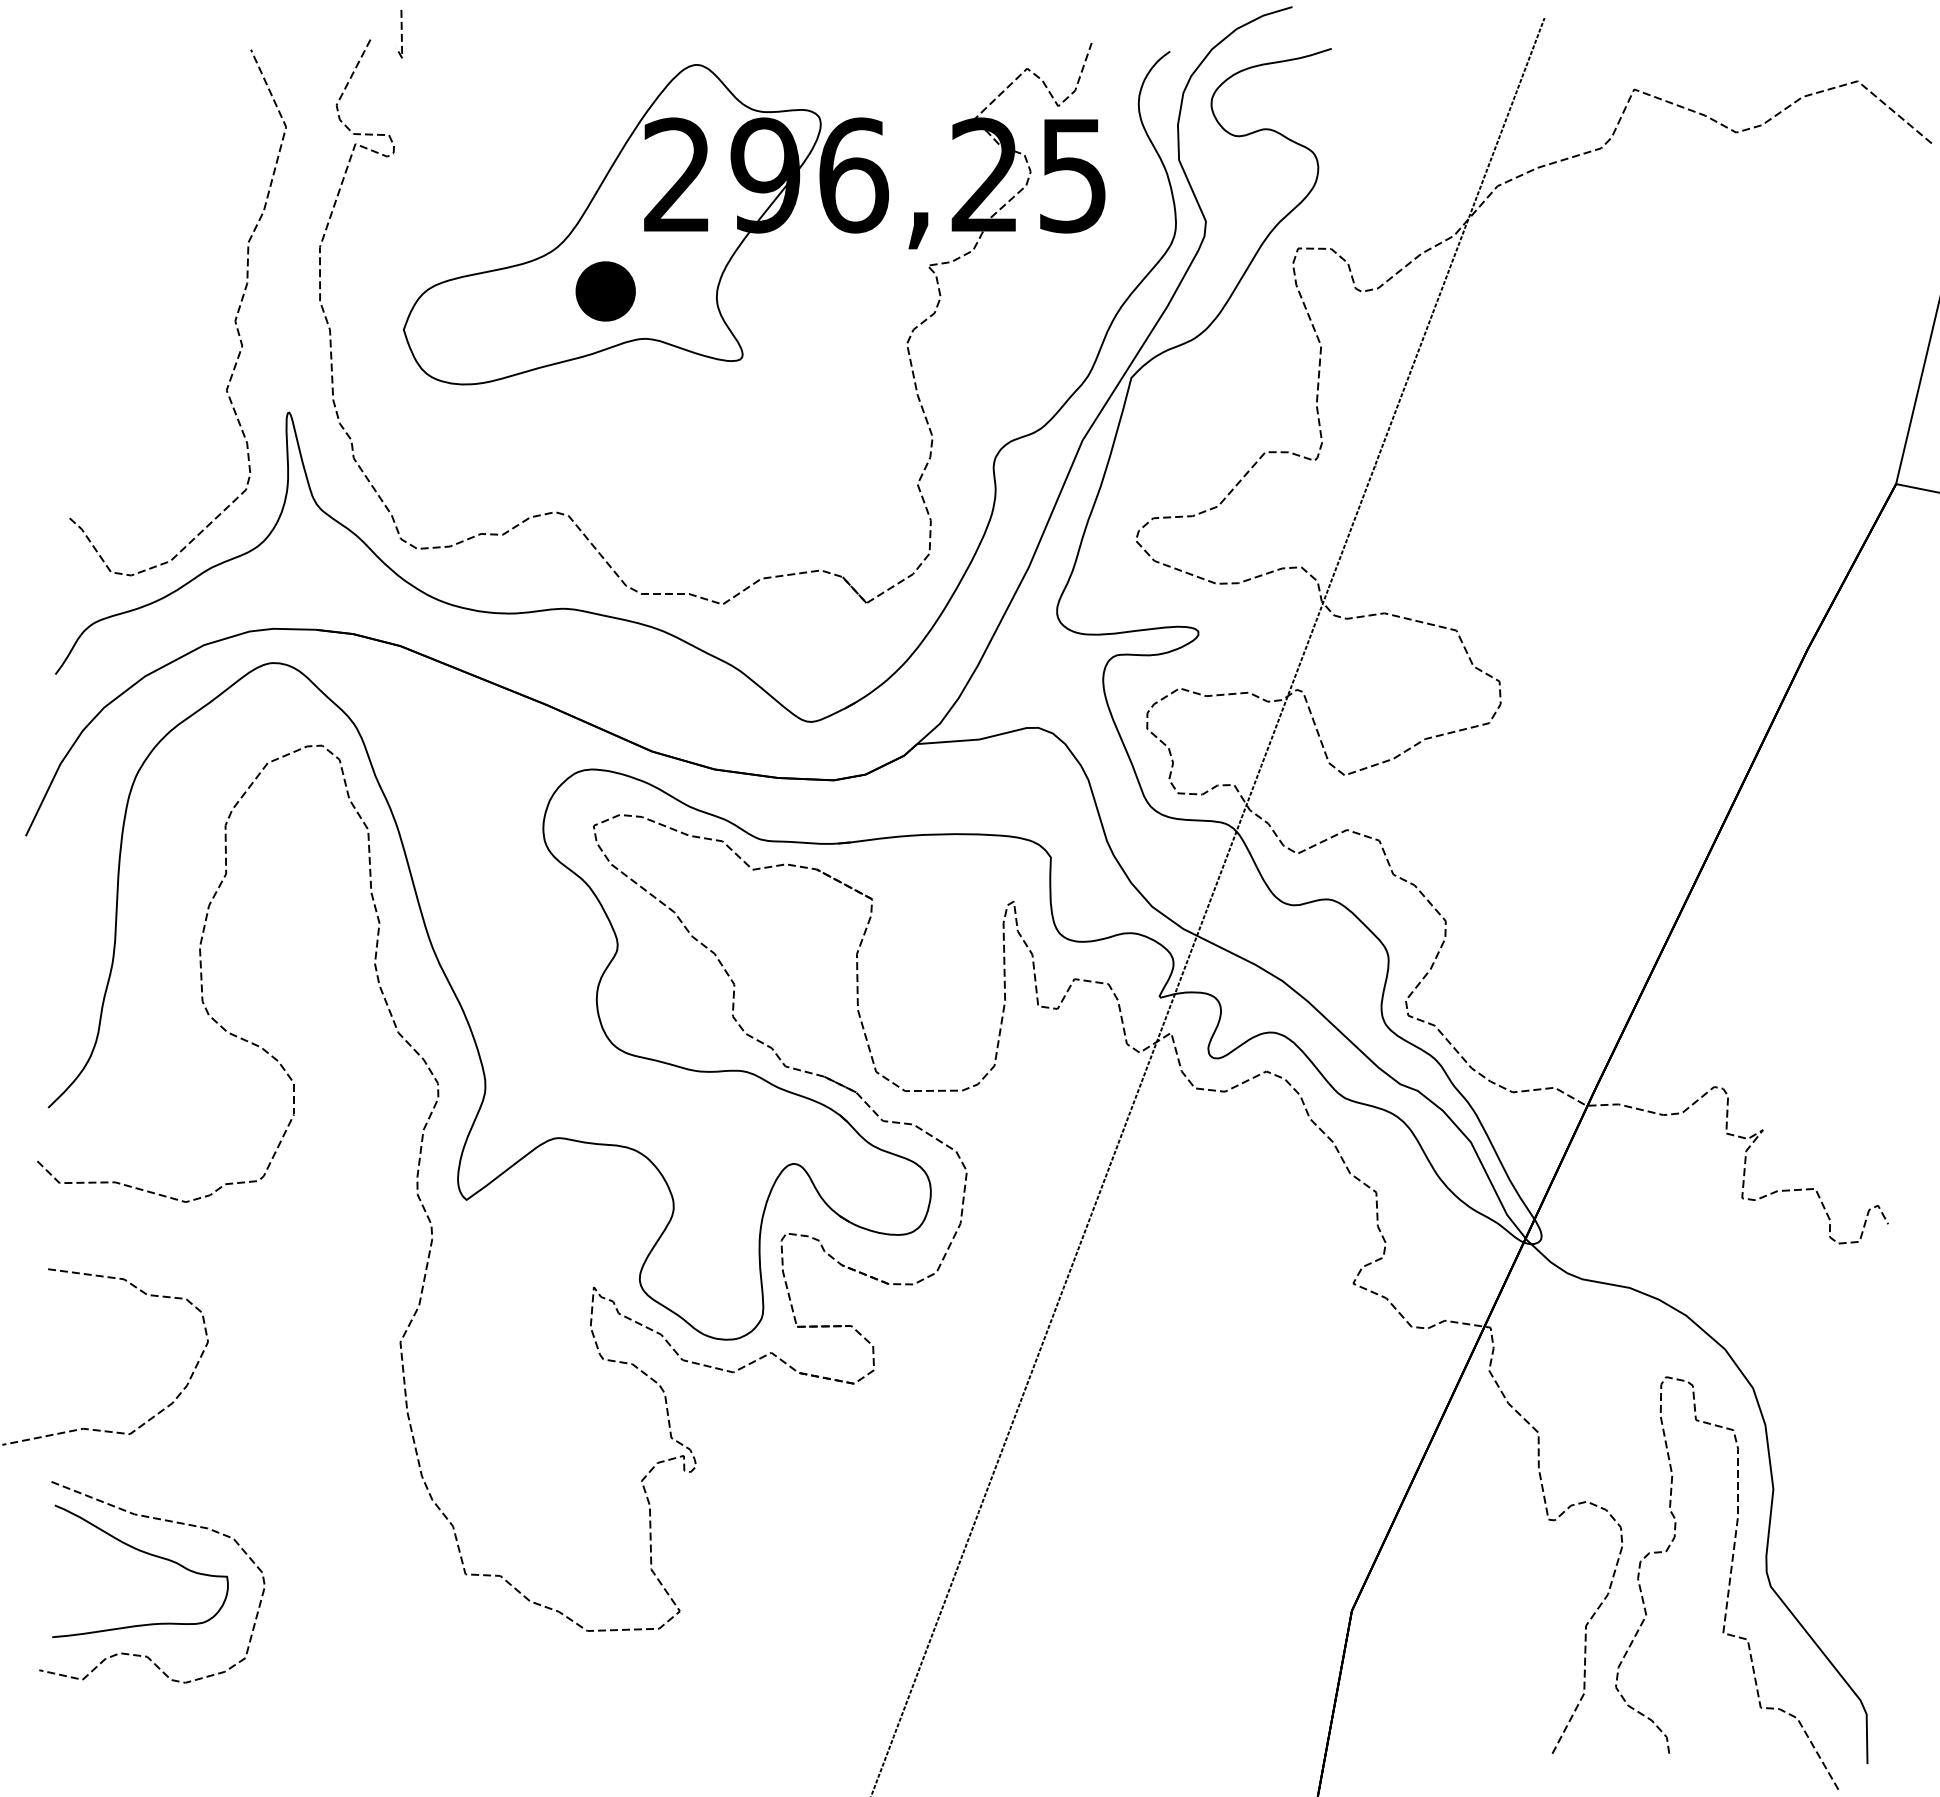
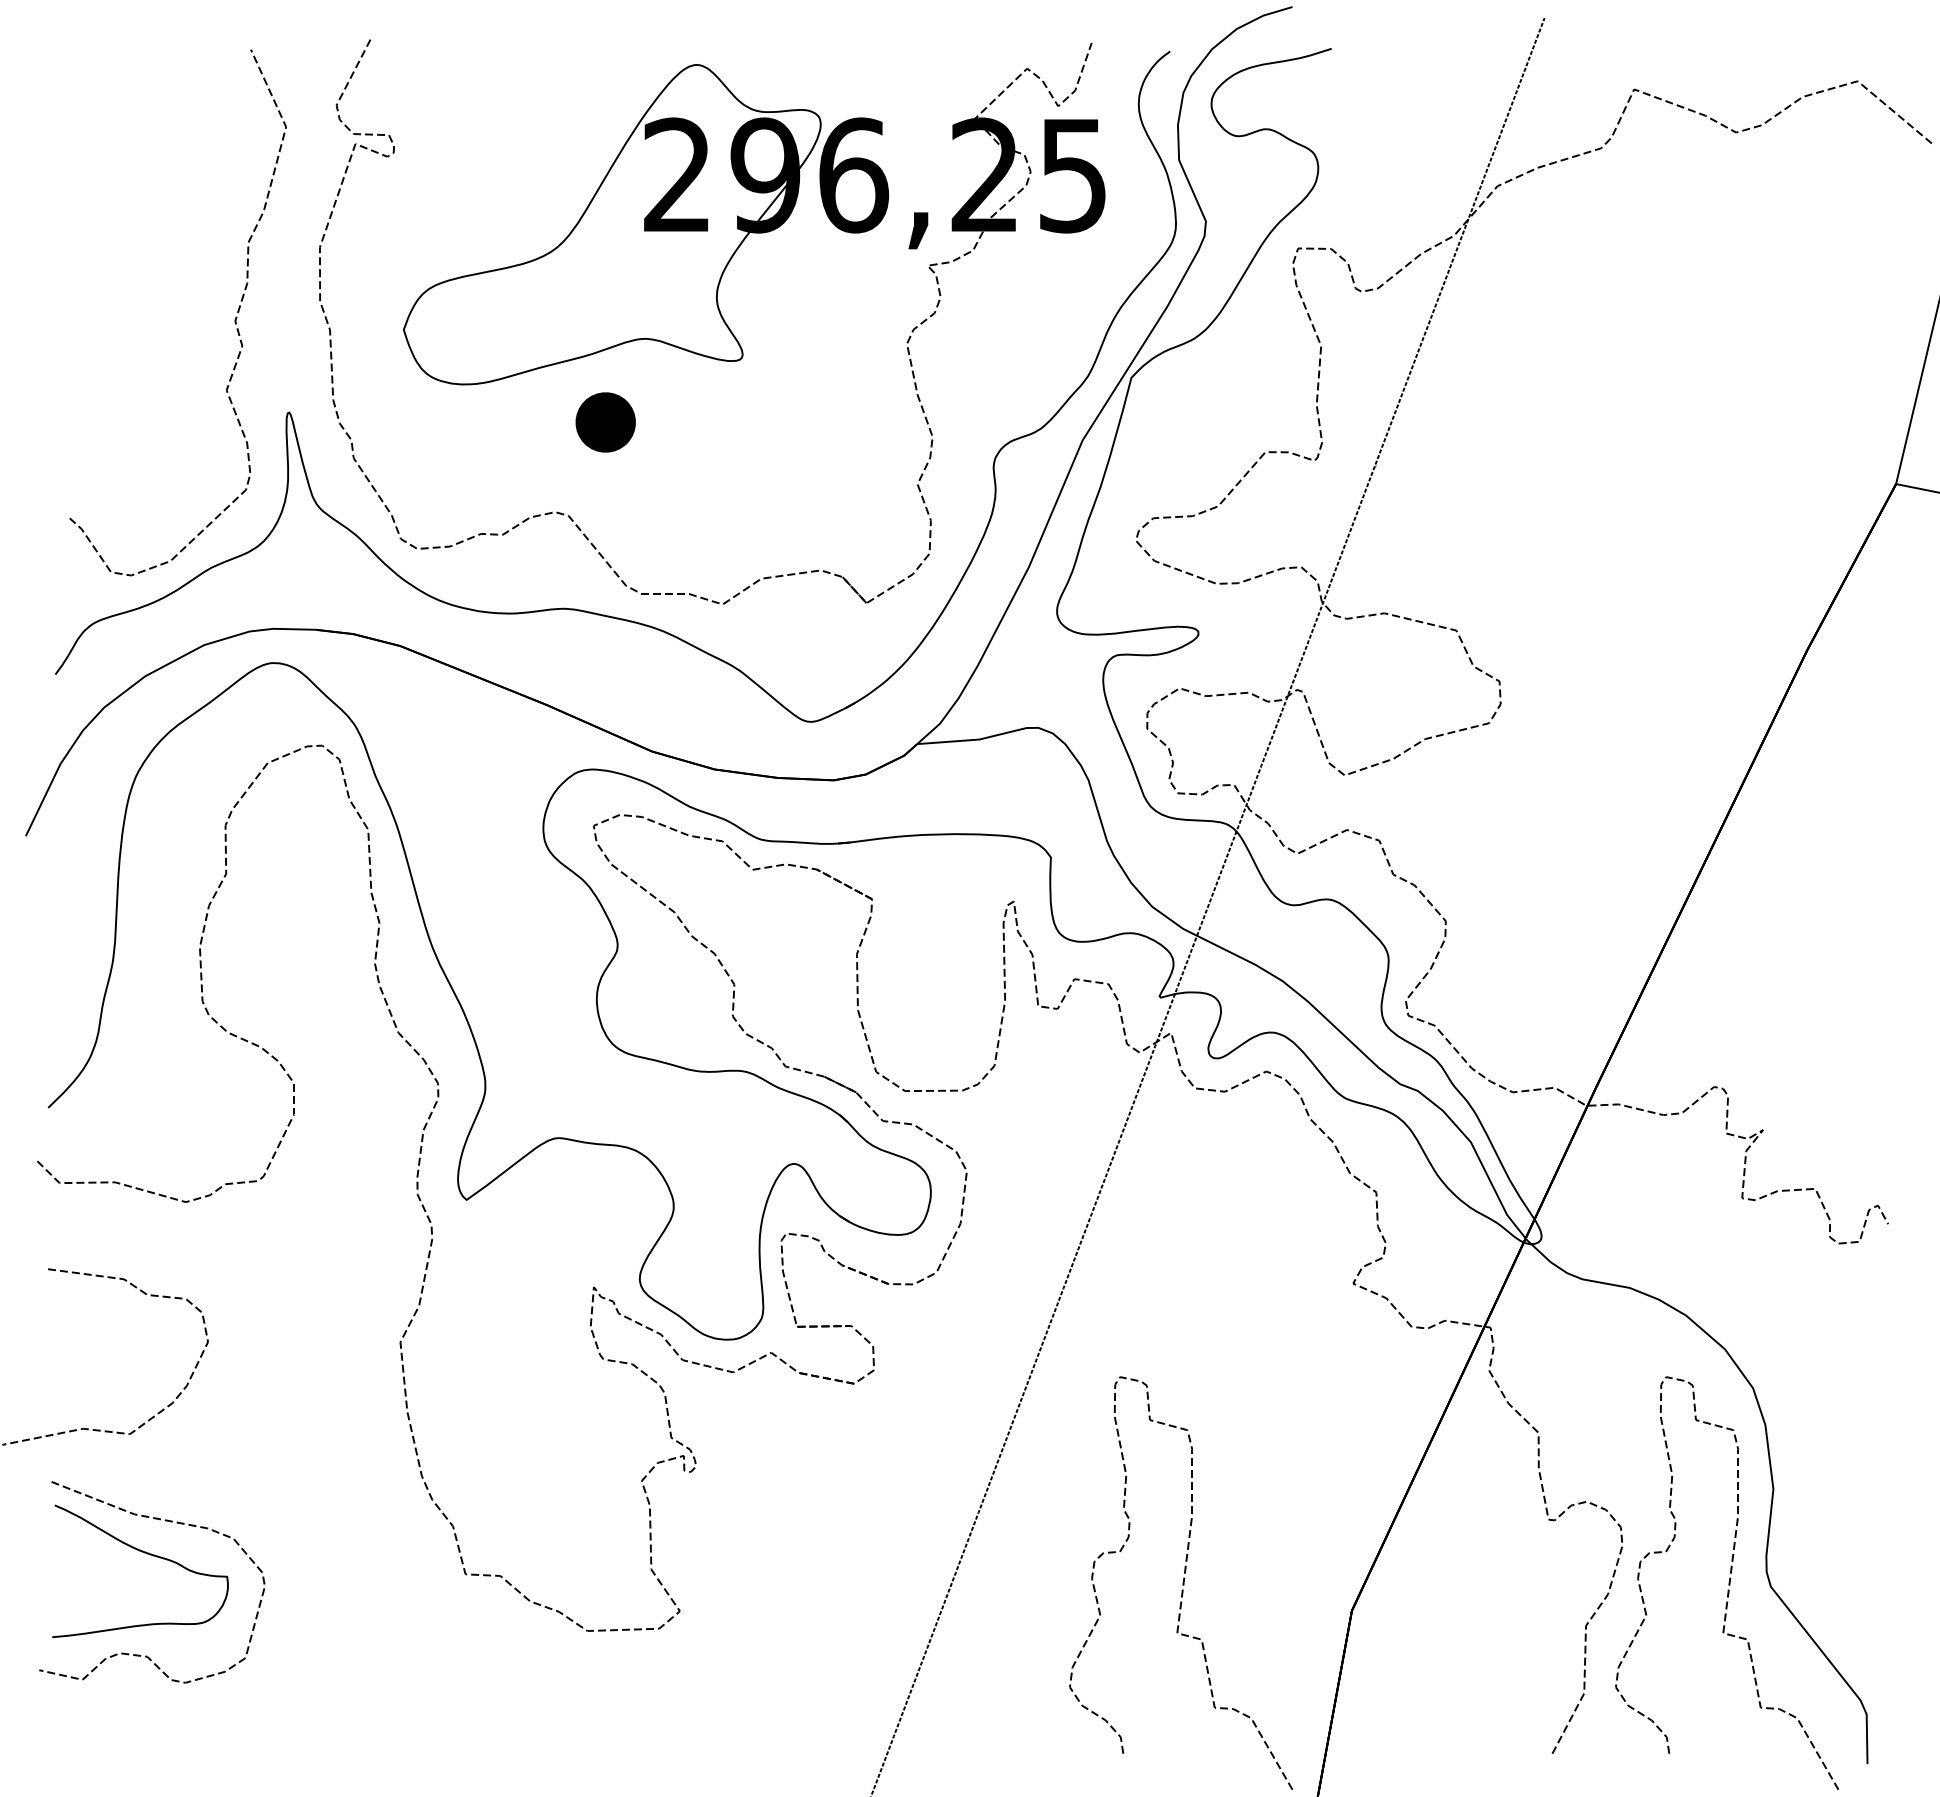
line at (400, 34): present -> none
part at (605, 291) position: (605, 291) -> (605, 422)
curve at (1182, 1582): none -> present
